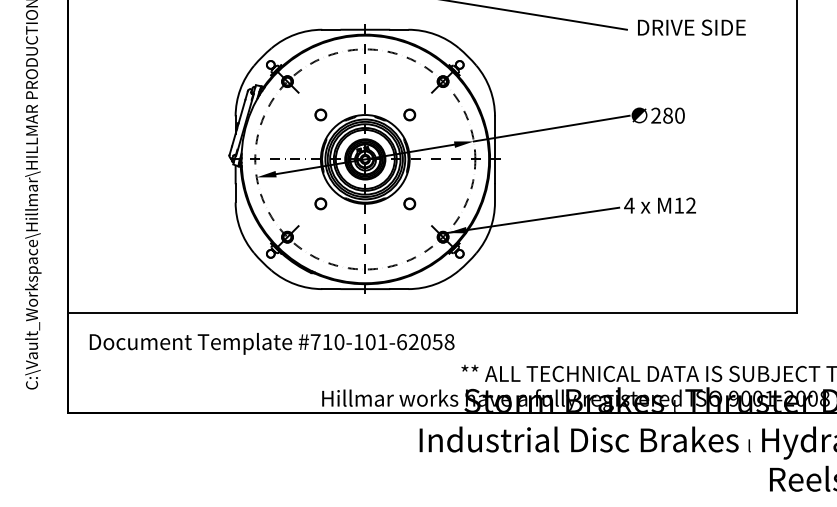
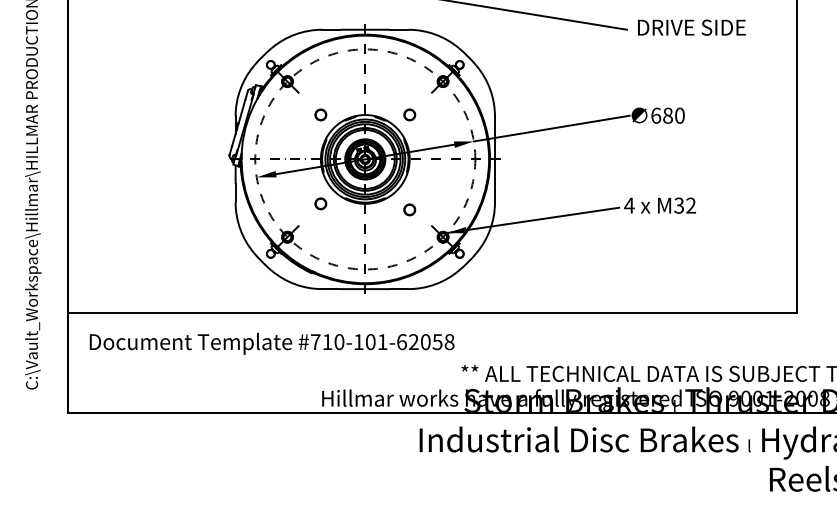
text at (656, 115): 280 -> 680
circle at (409, 203) position: (409, 203) -> (409, 209)
text at (678, 205): M12 -> M32
